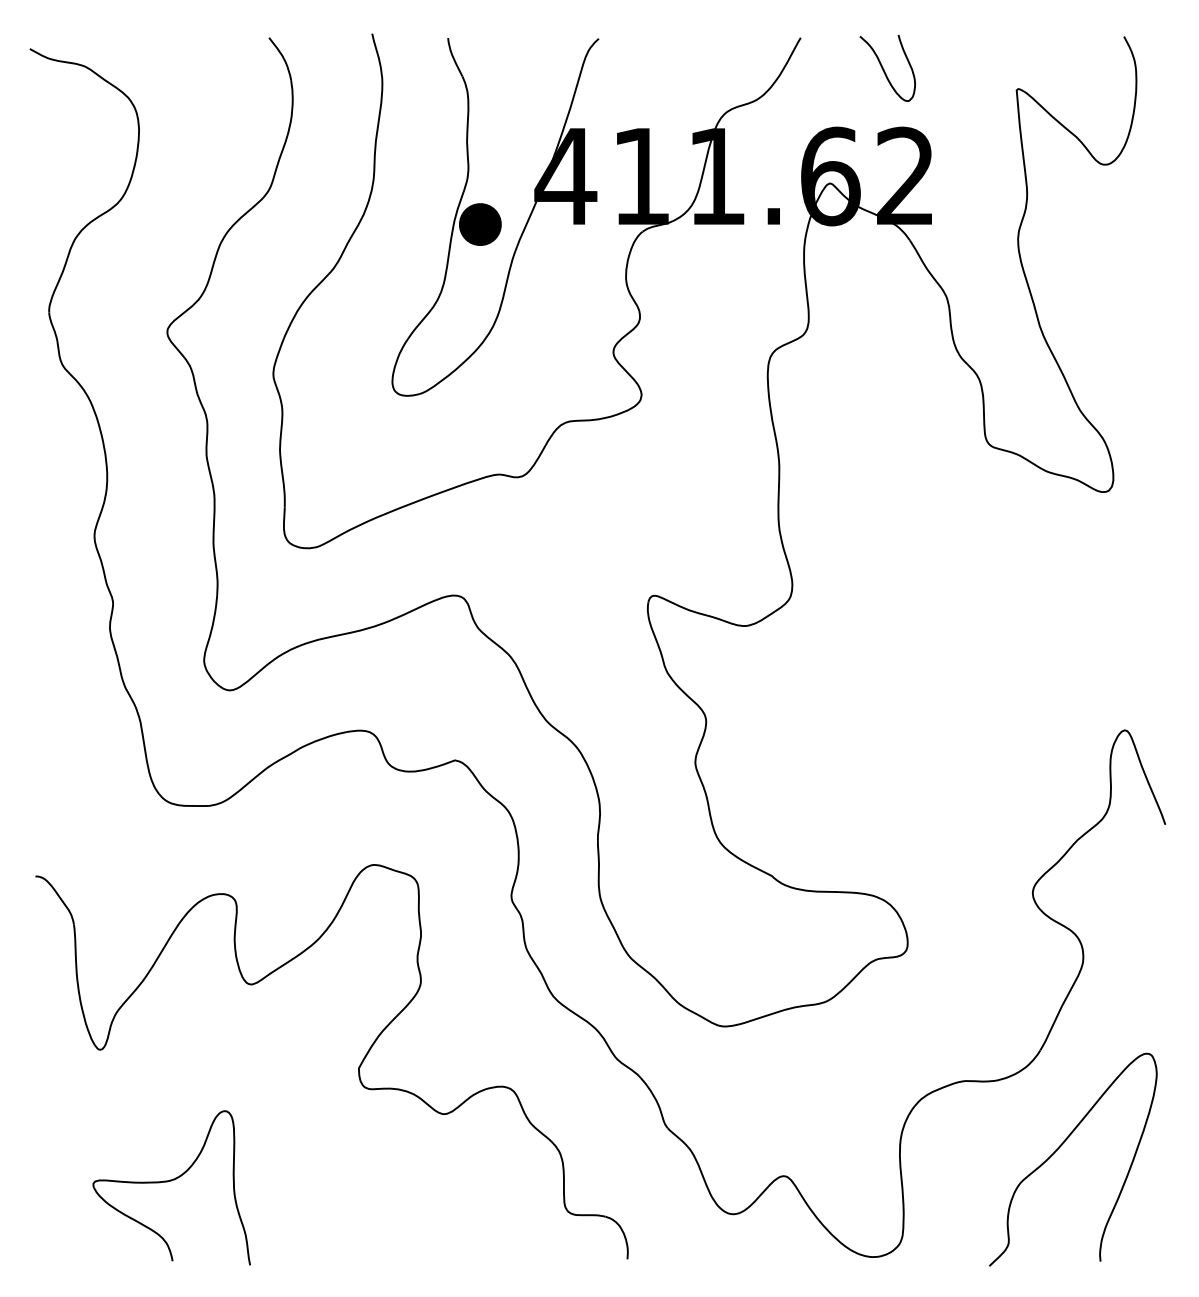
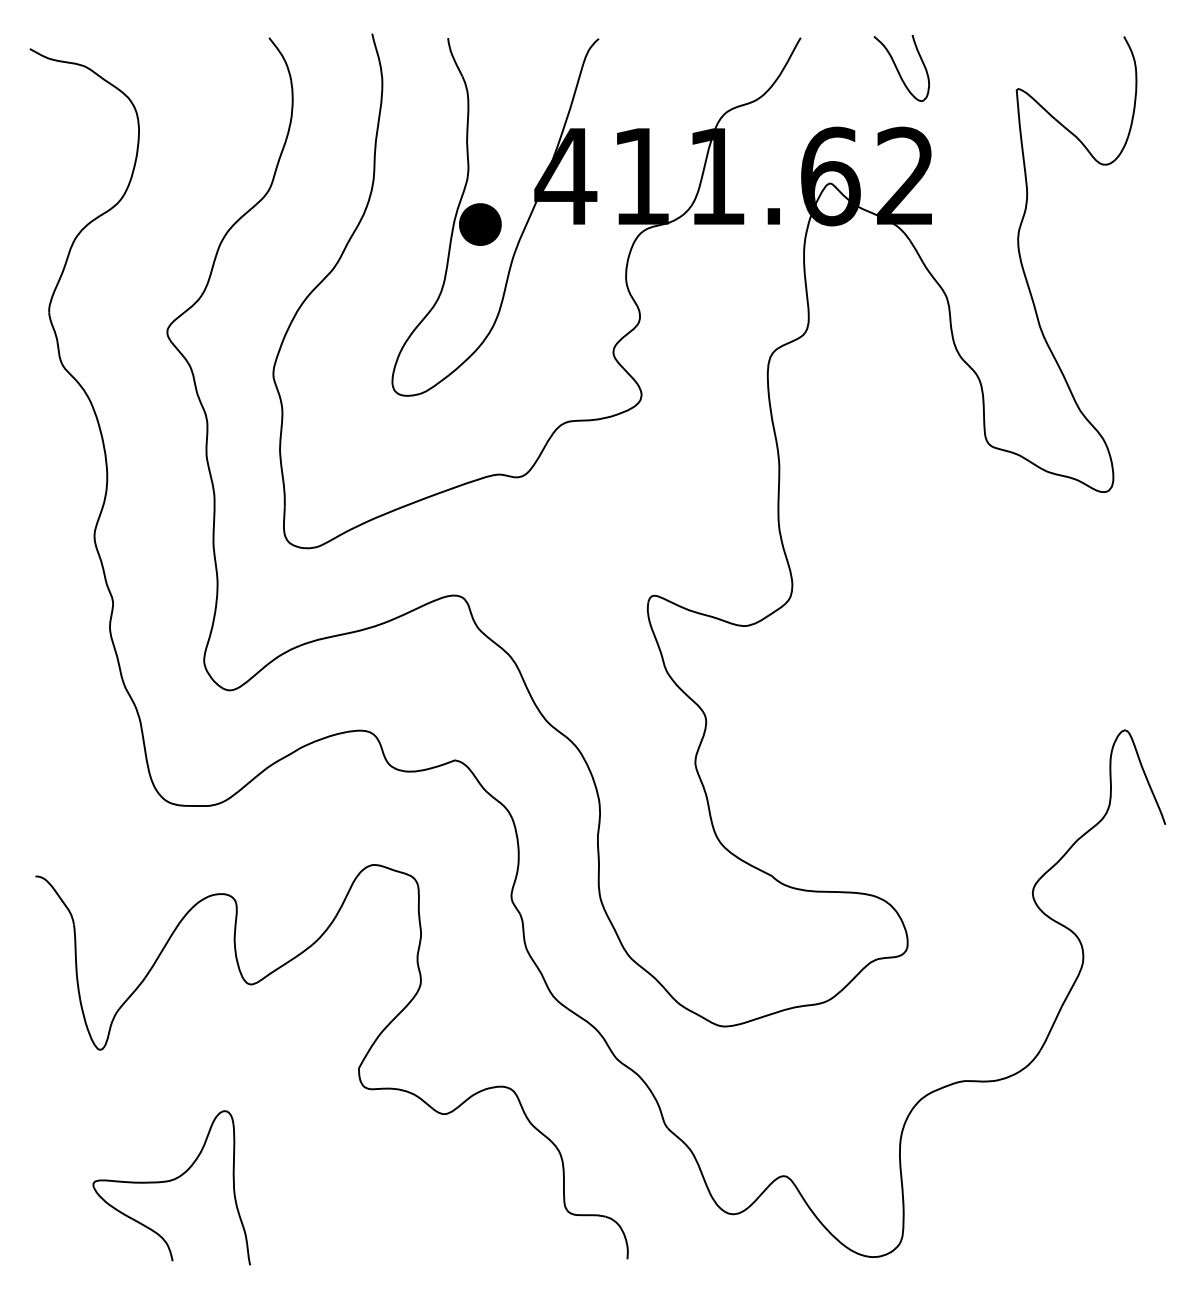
curve at (884, 69) position: (884, 69) -> (898, 69)
curve at (1061, 1146): present -> none
